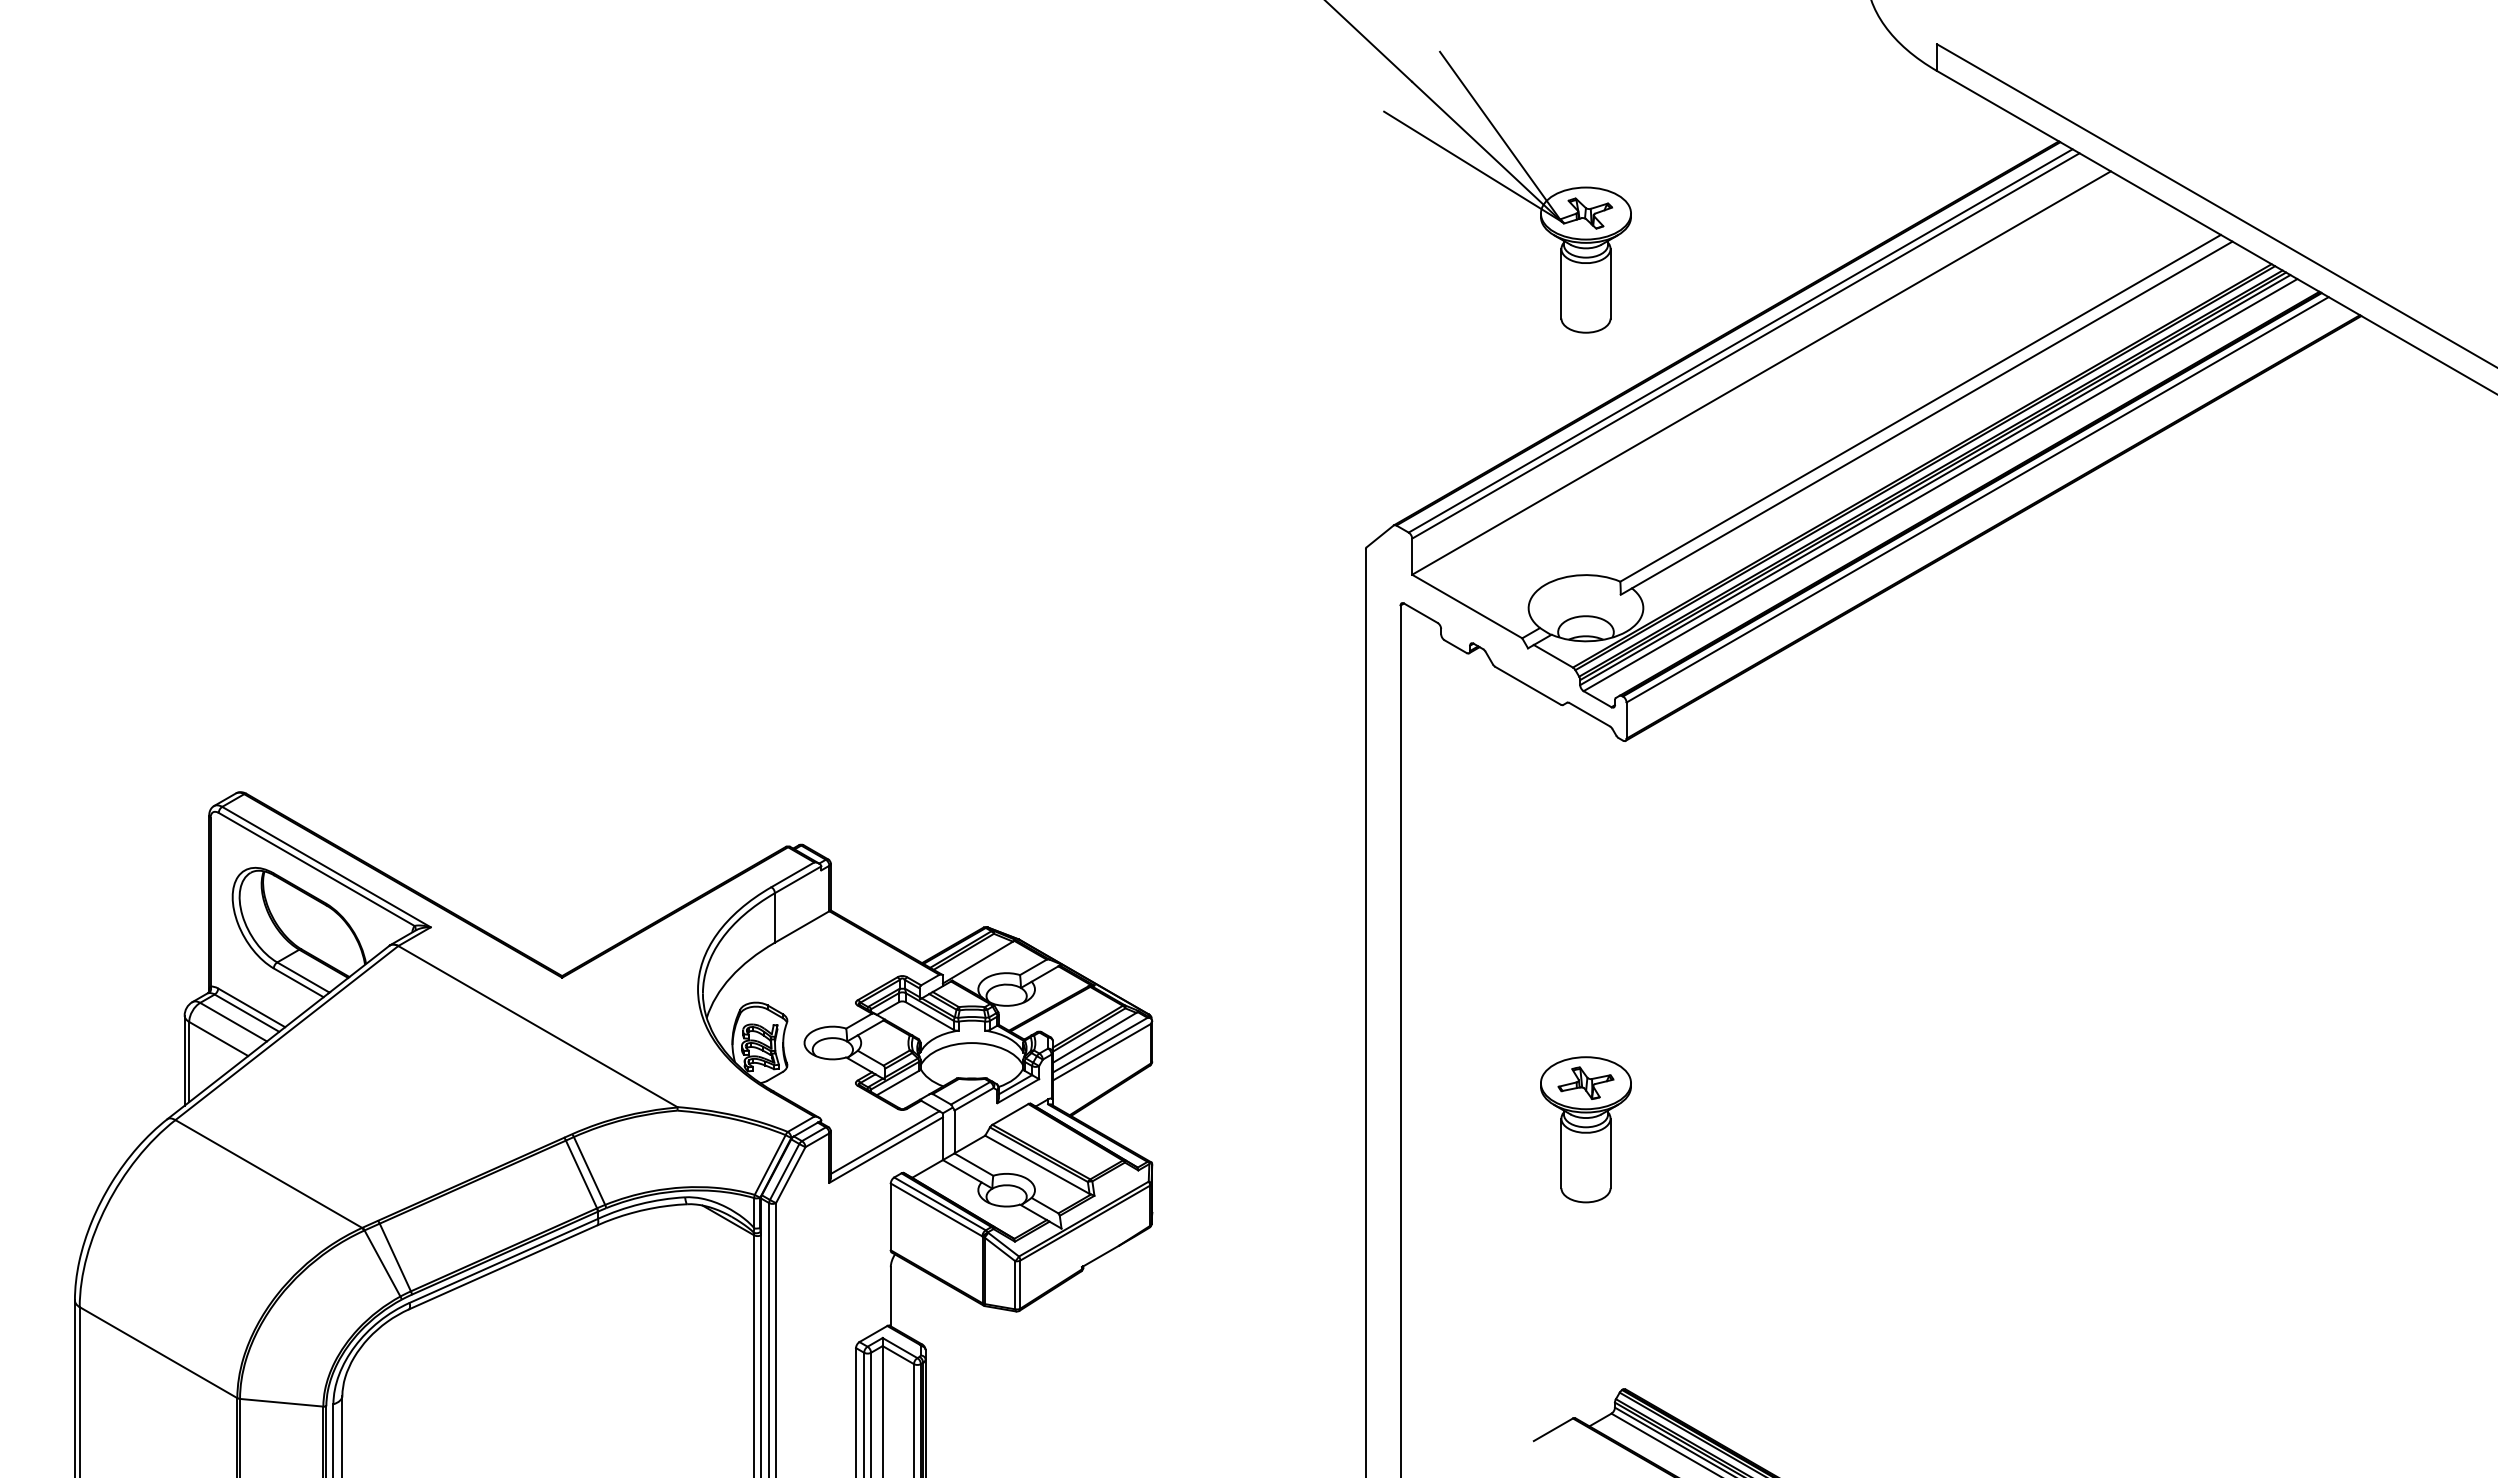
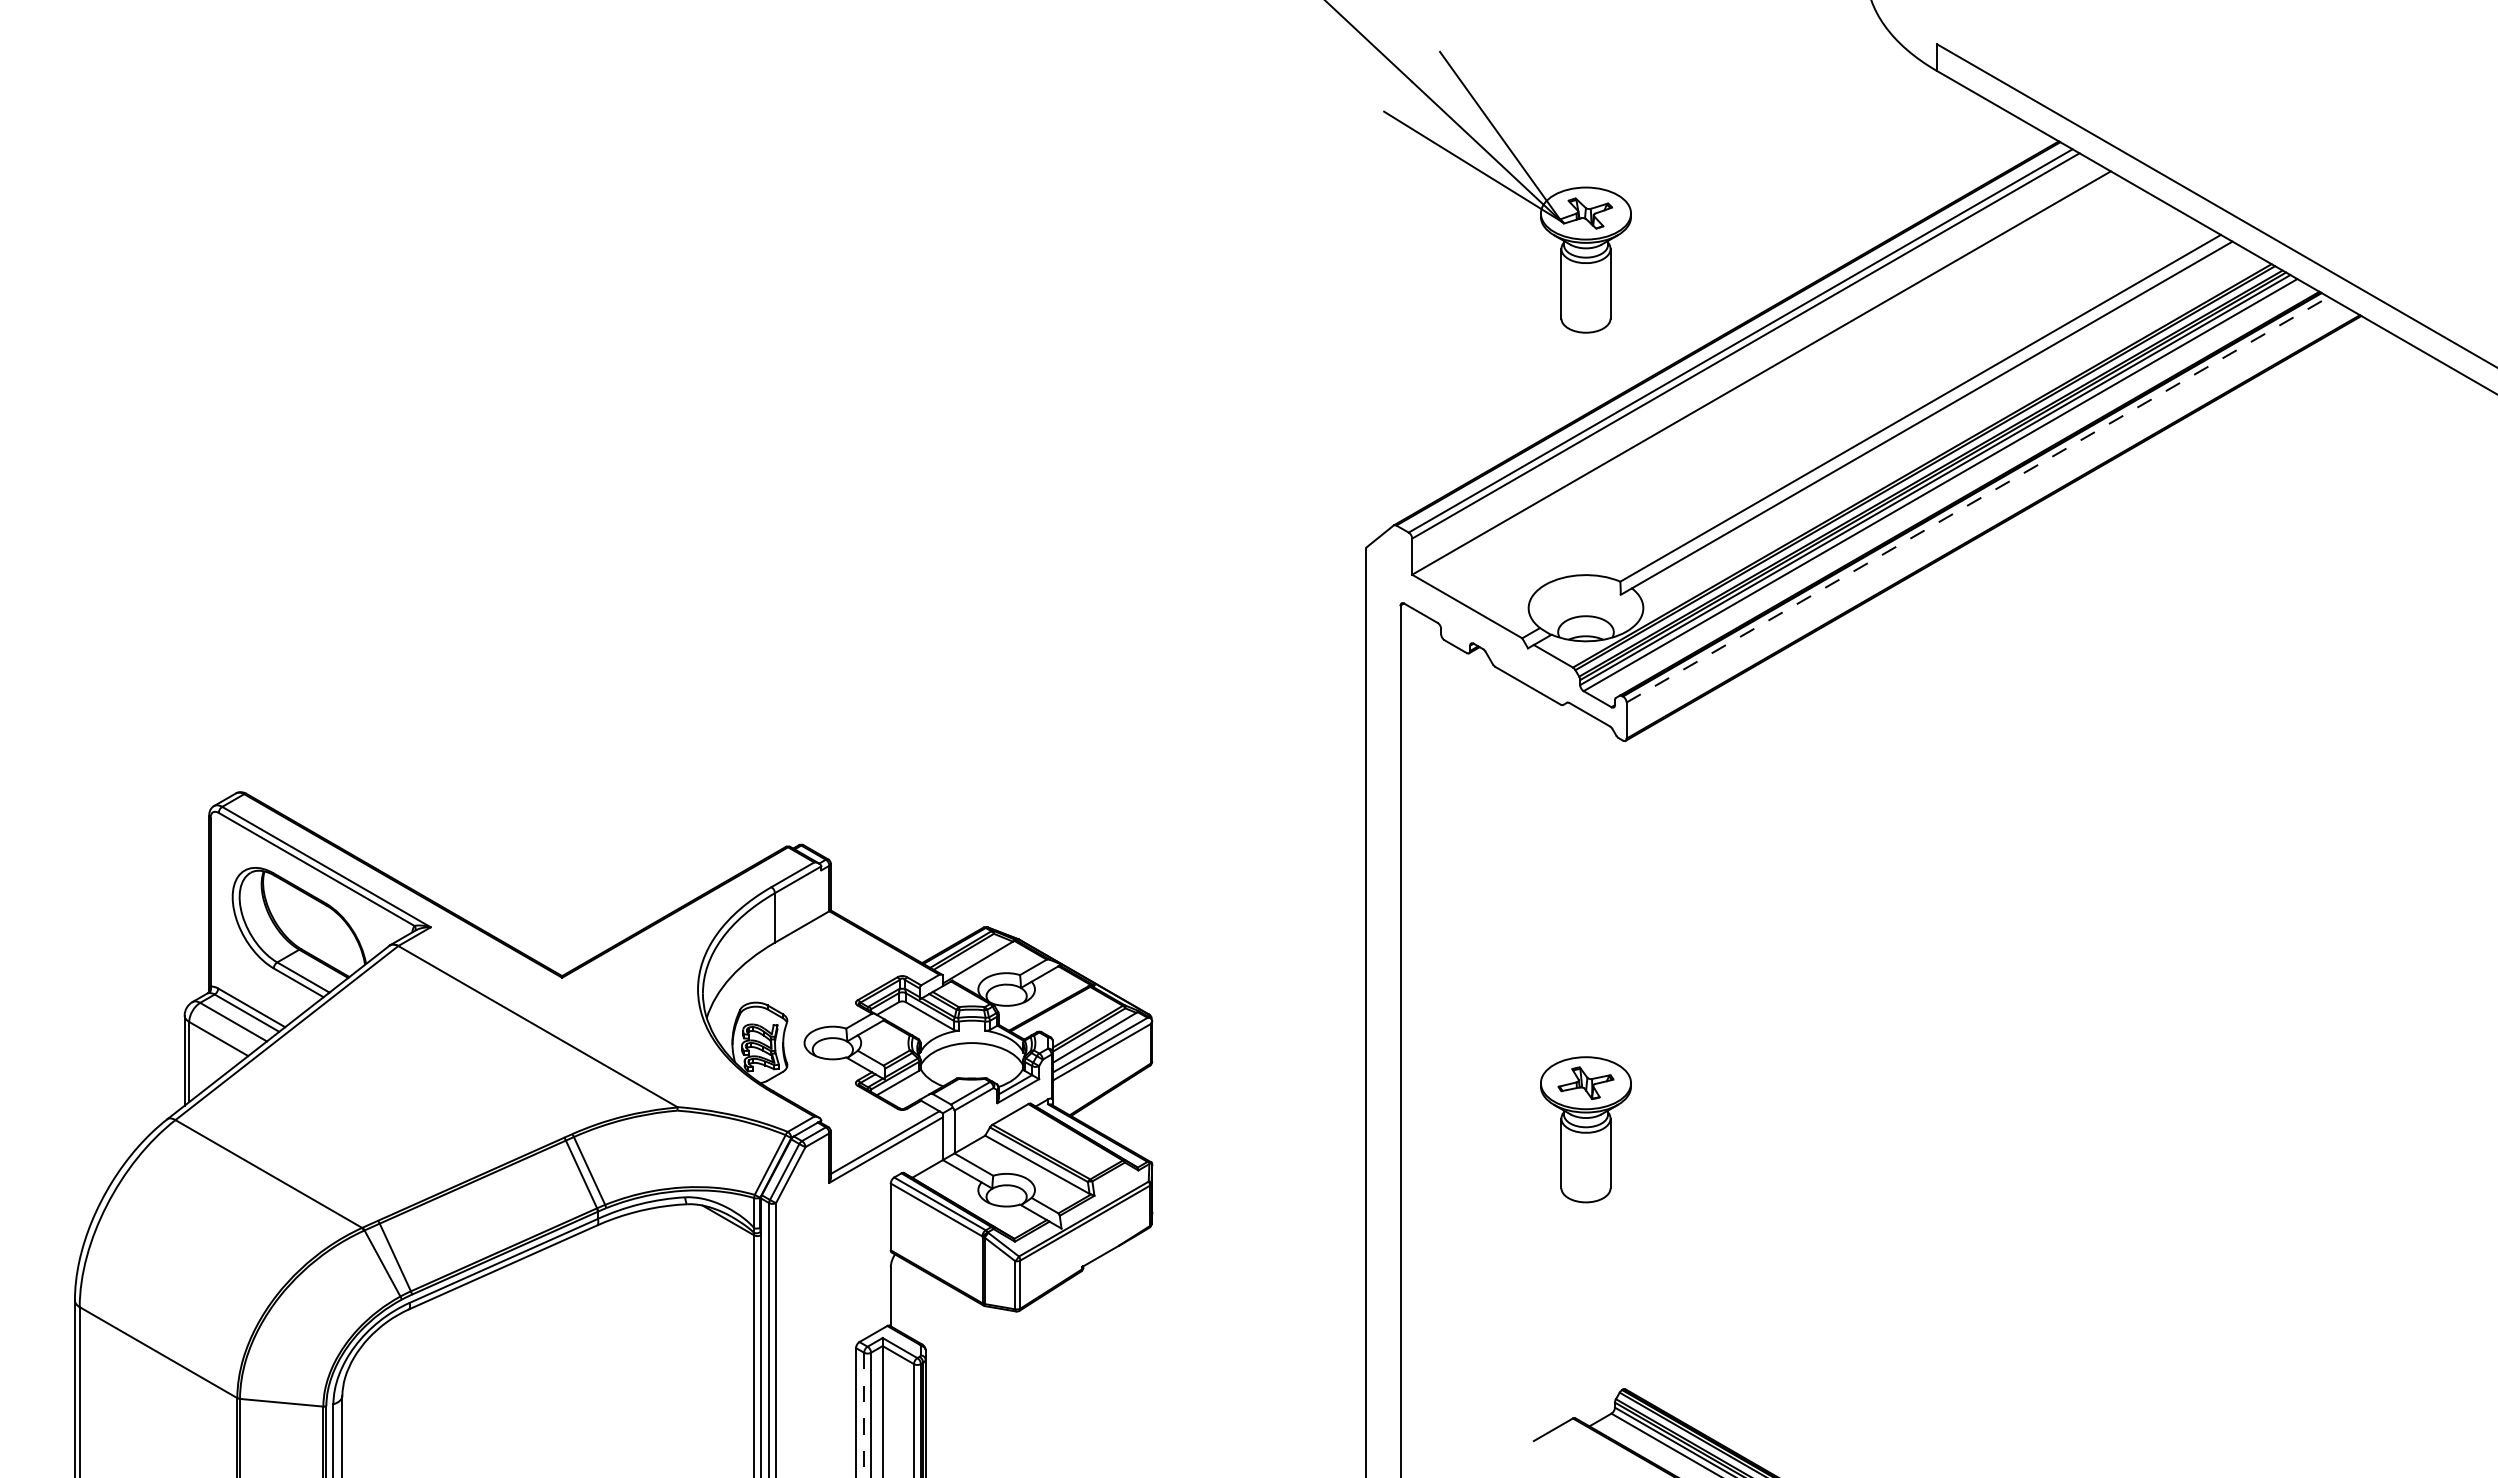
line at (1978, 499): solid -> dashed
line at (864, 1415): solid -> dashed
